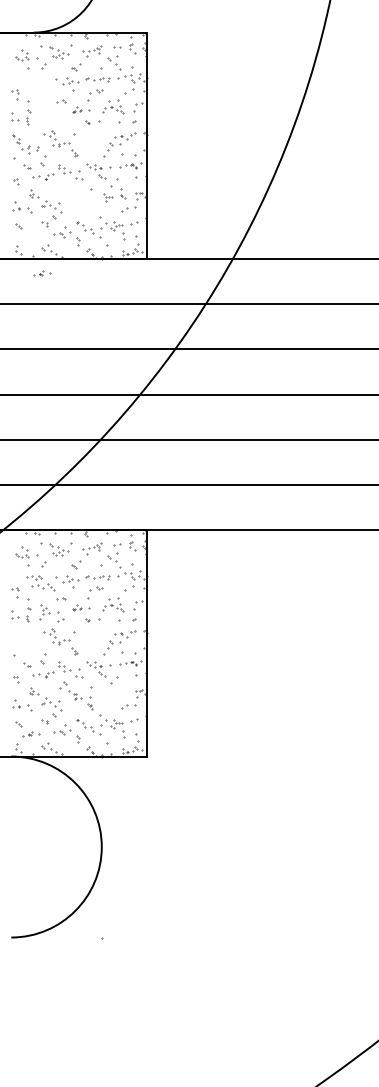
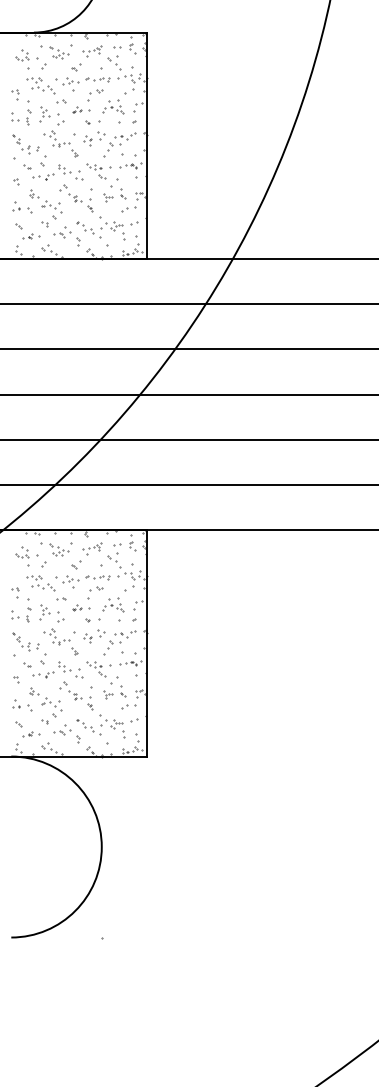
part at (40, 85): none -> present
part at (51, 115): none -> present
part at (94, 138): none -> present
part at (76, 198): none -> present
part at (42, 273) position: (42, 273) -> (31, 236)
part at (94, 636): none -> present
part at (25, 641): none -> present
part at (114, 692): none -> present
